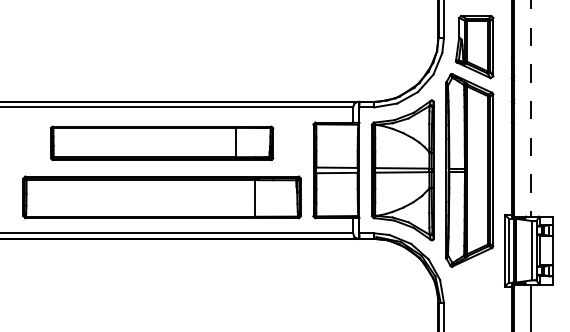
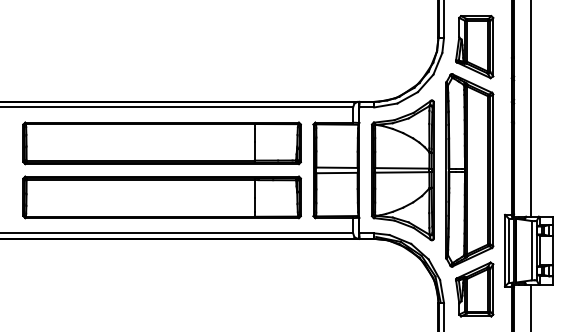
line at (530, 108): dashed -> solid
part at (162, 143) size: 225x37 px -> 280x45 px
part at (474, 289): none -> present
